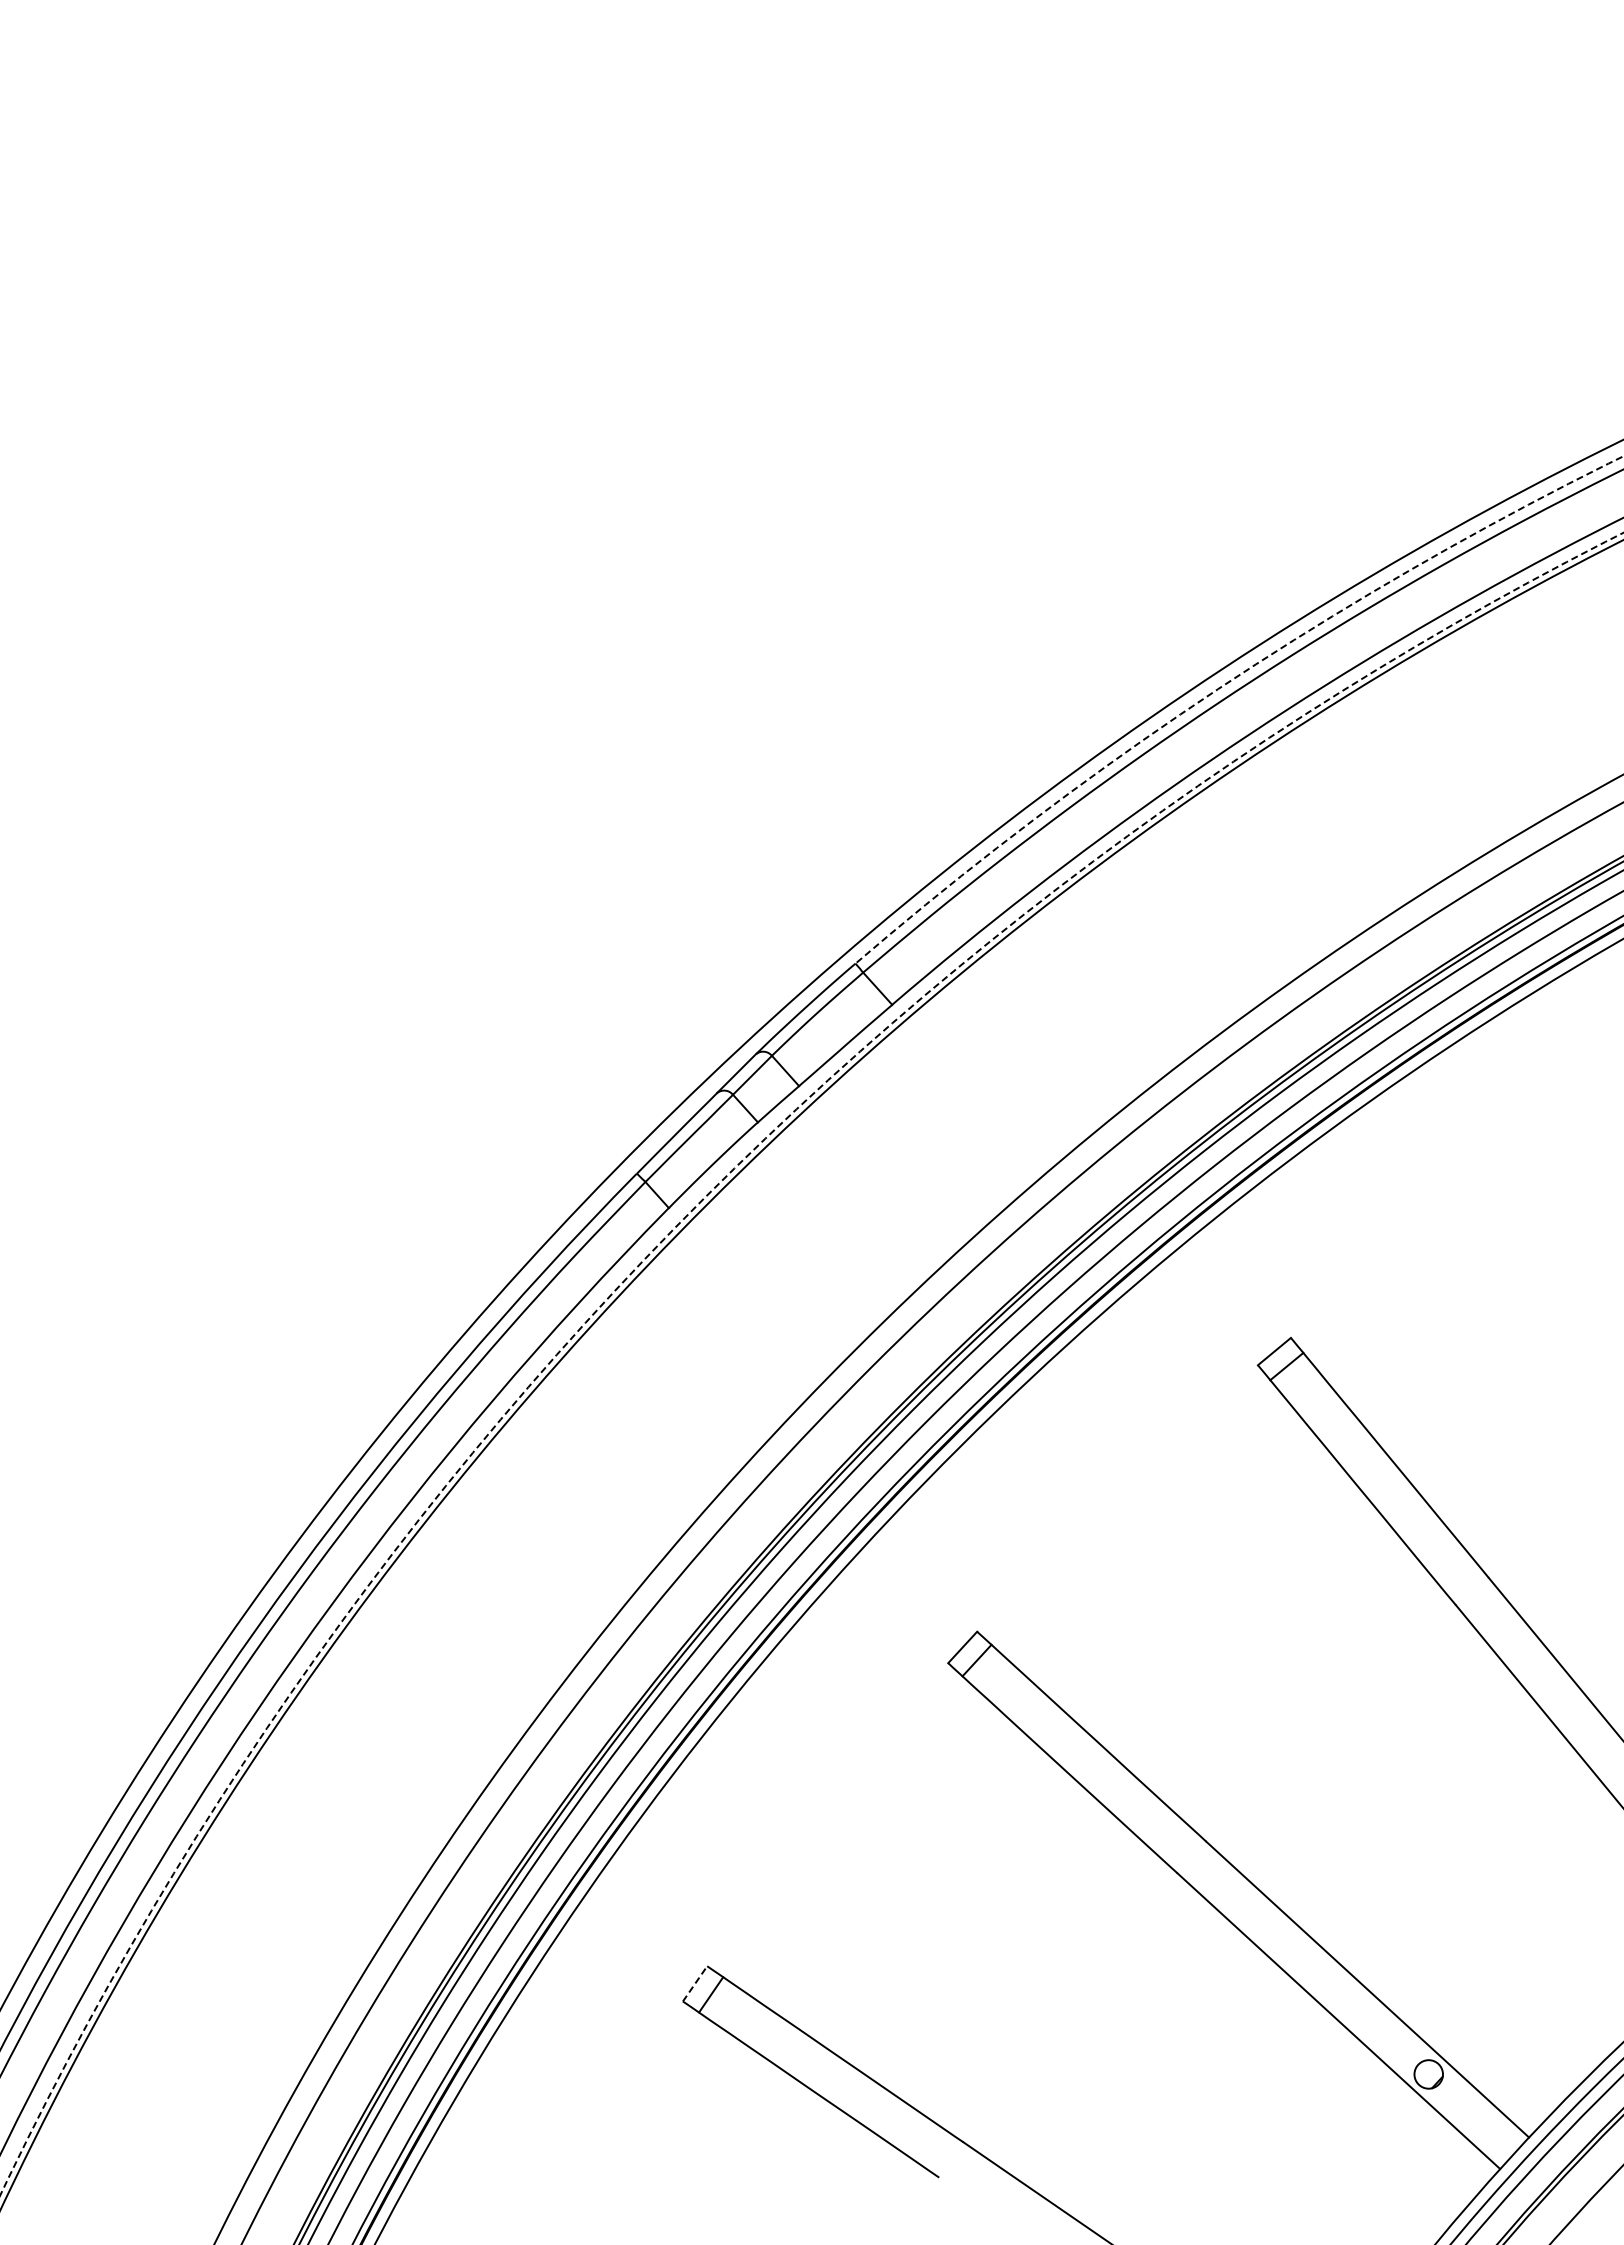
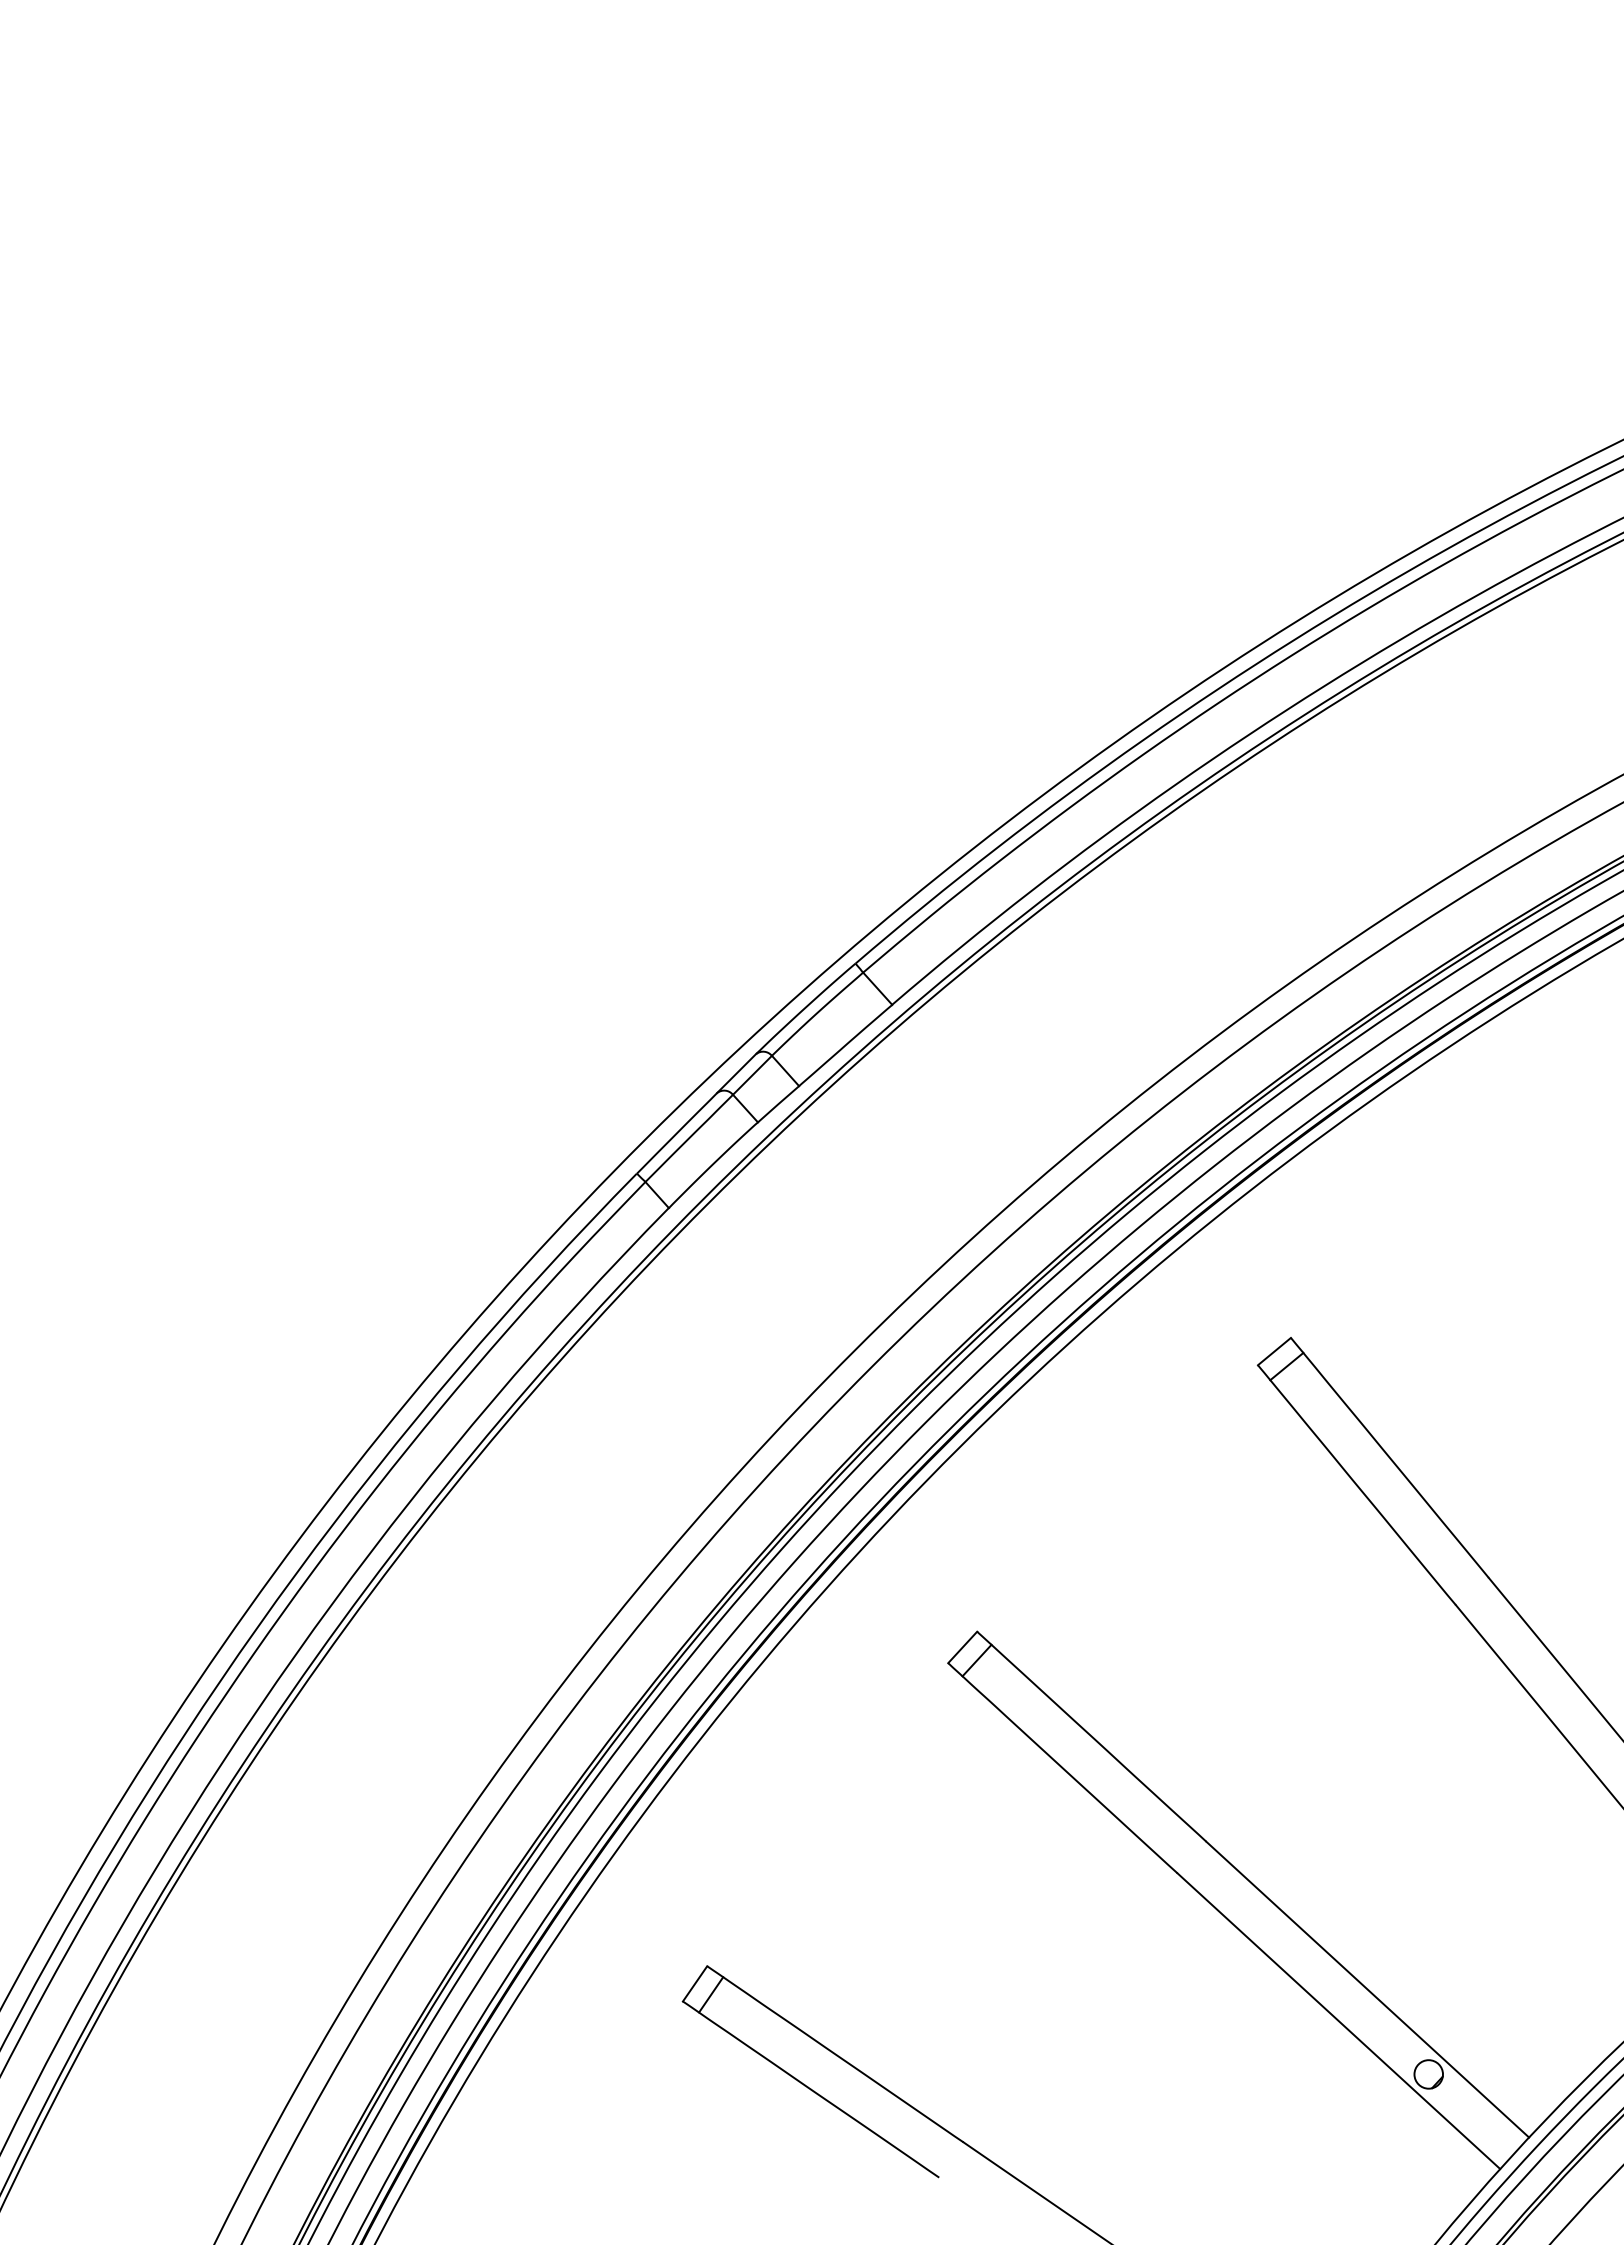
arc at (1224, 684): dashed -> solid
circle at (811, 1363): dashed -> solid
line at (695, 1983): dashed -> solid
